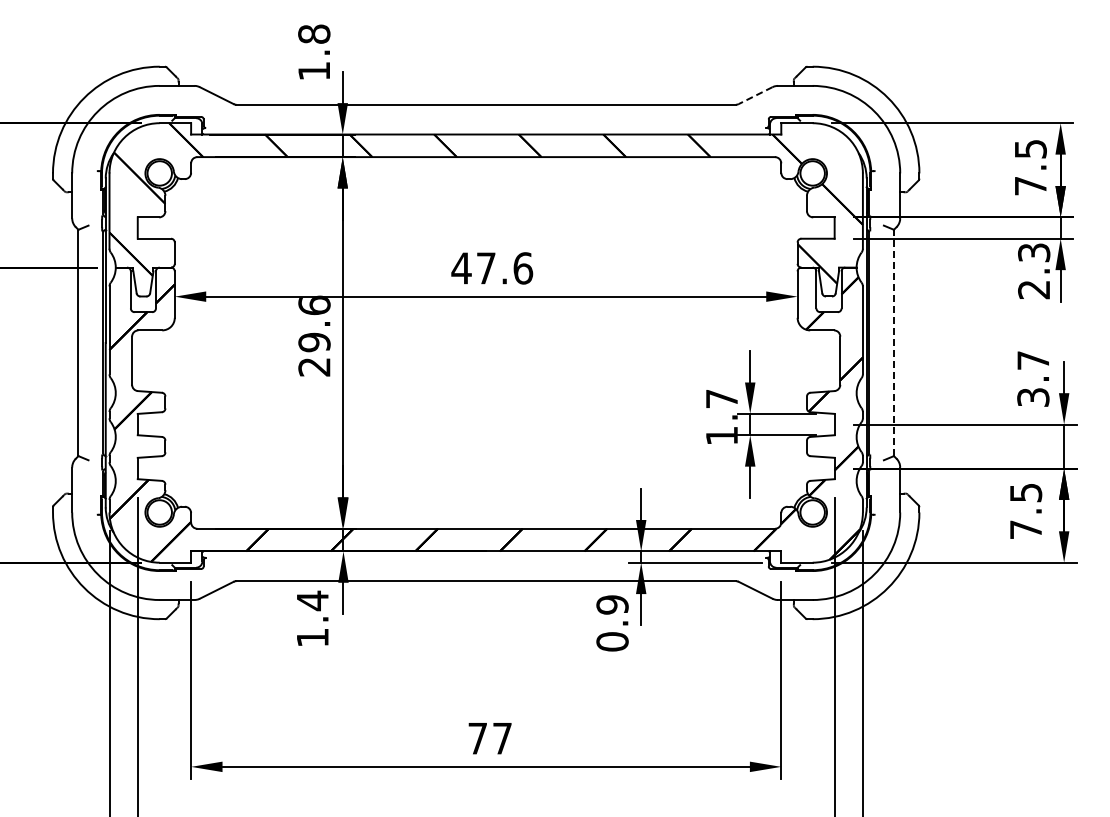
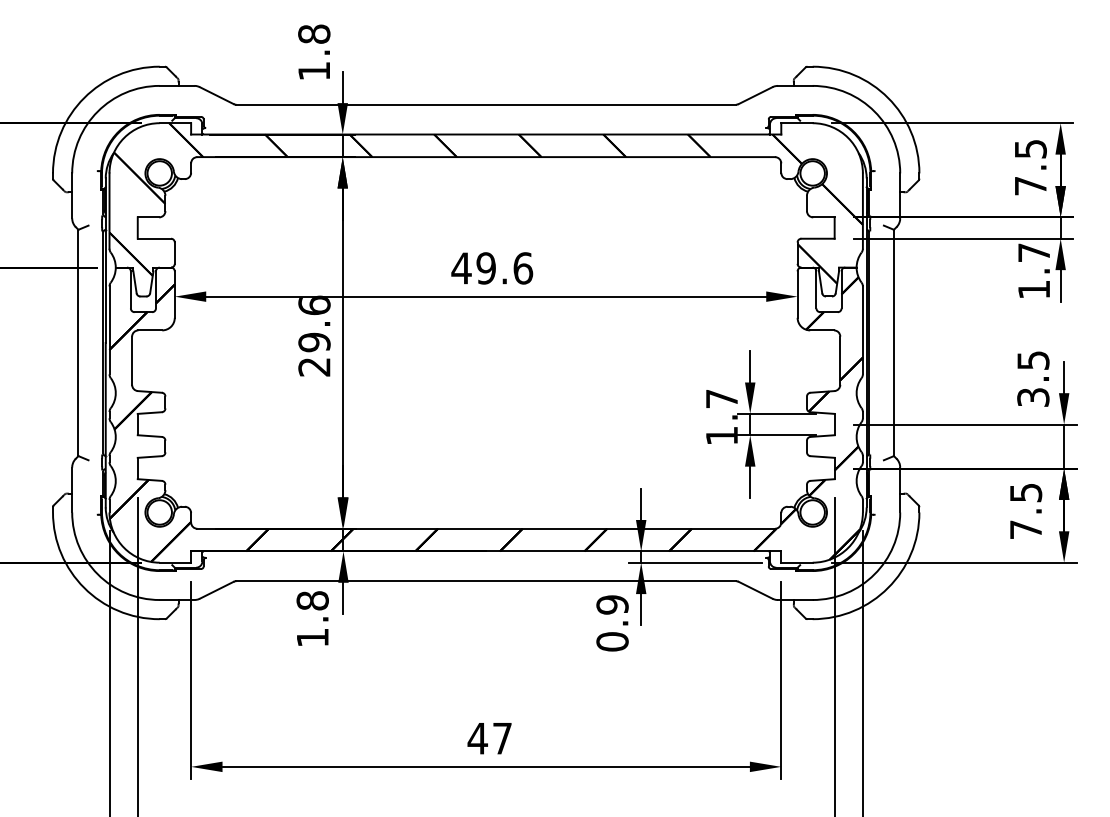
line at (755, 95): dashed -> solid
text at (485, 268): 47.6 -> 49.6
text at (1034, 271): 2.3 -> 1.7
line at (893, 342): dashed -> solid
text at (1033, 360): 3.7 -> 3.5
text at (312, 600): 1.4 -> 1.8
text at (477, 738): 77 -> 47
